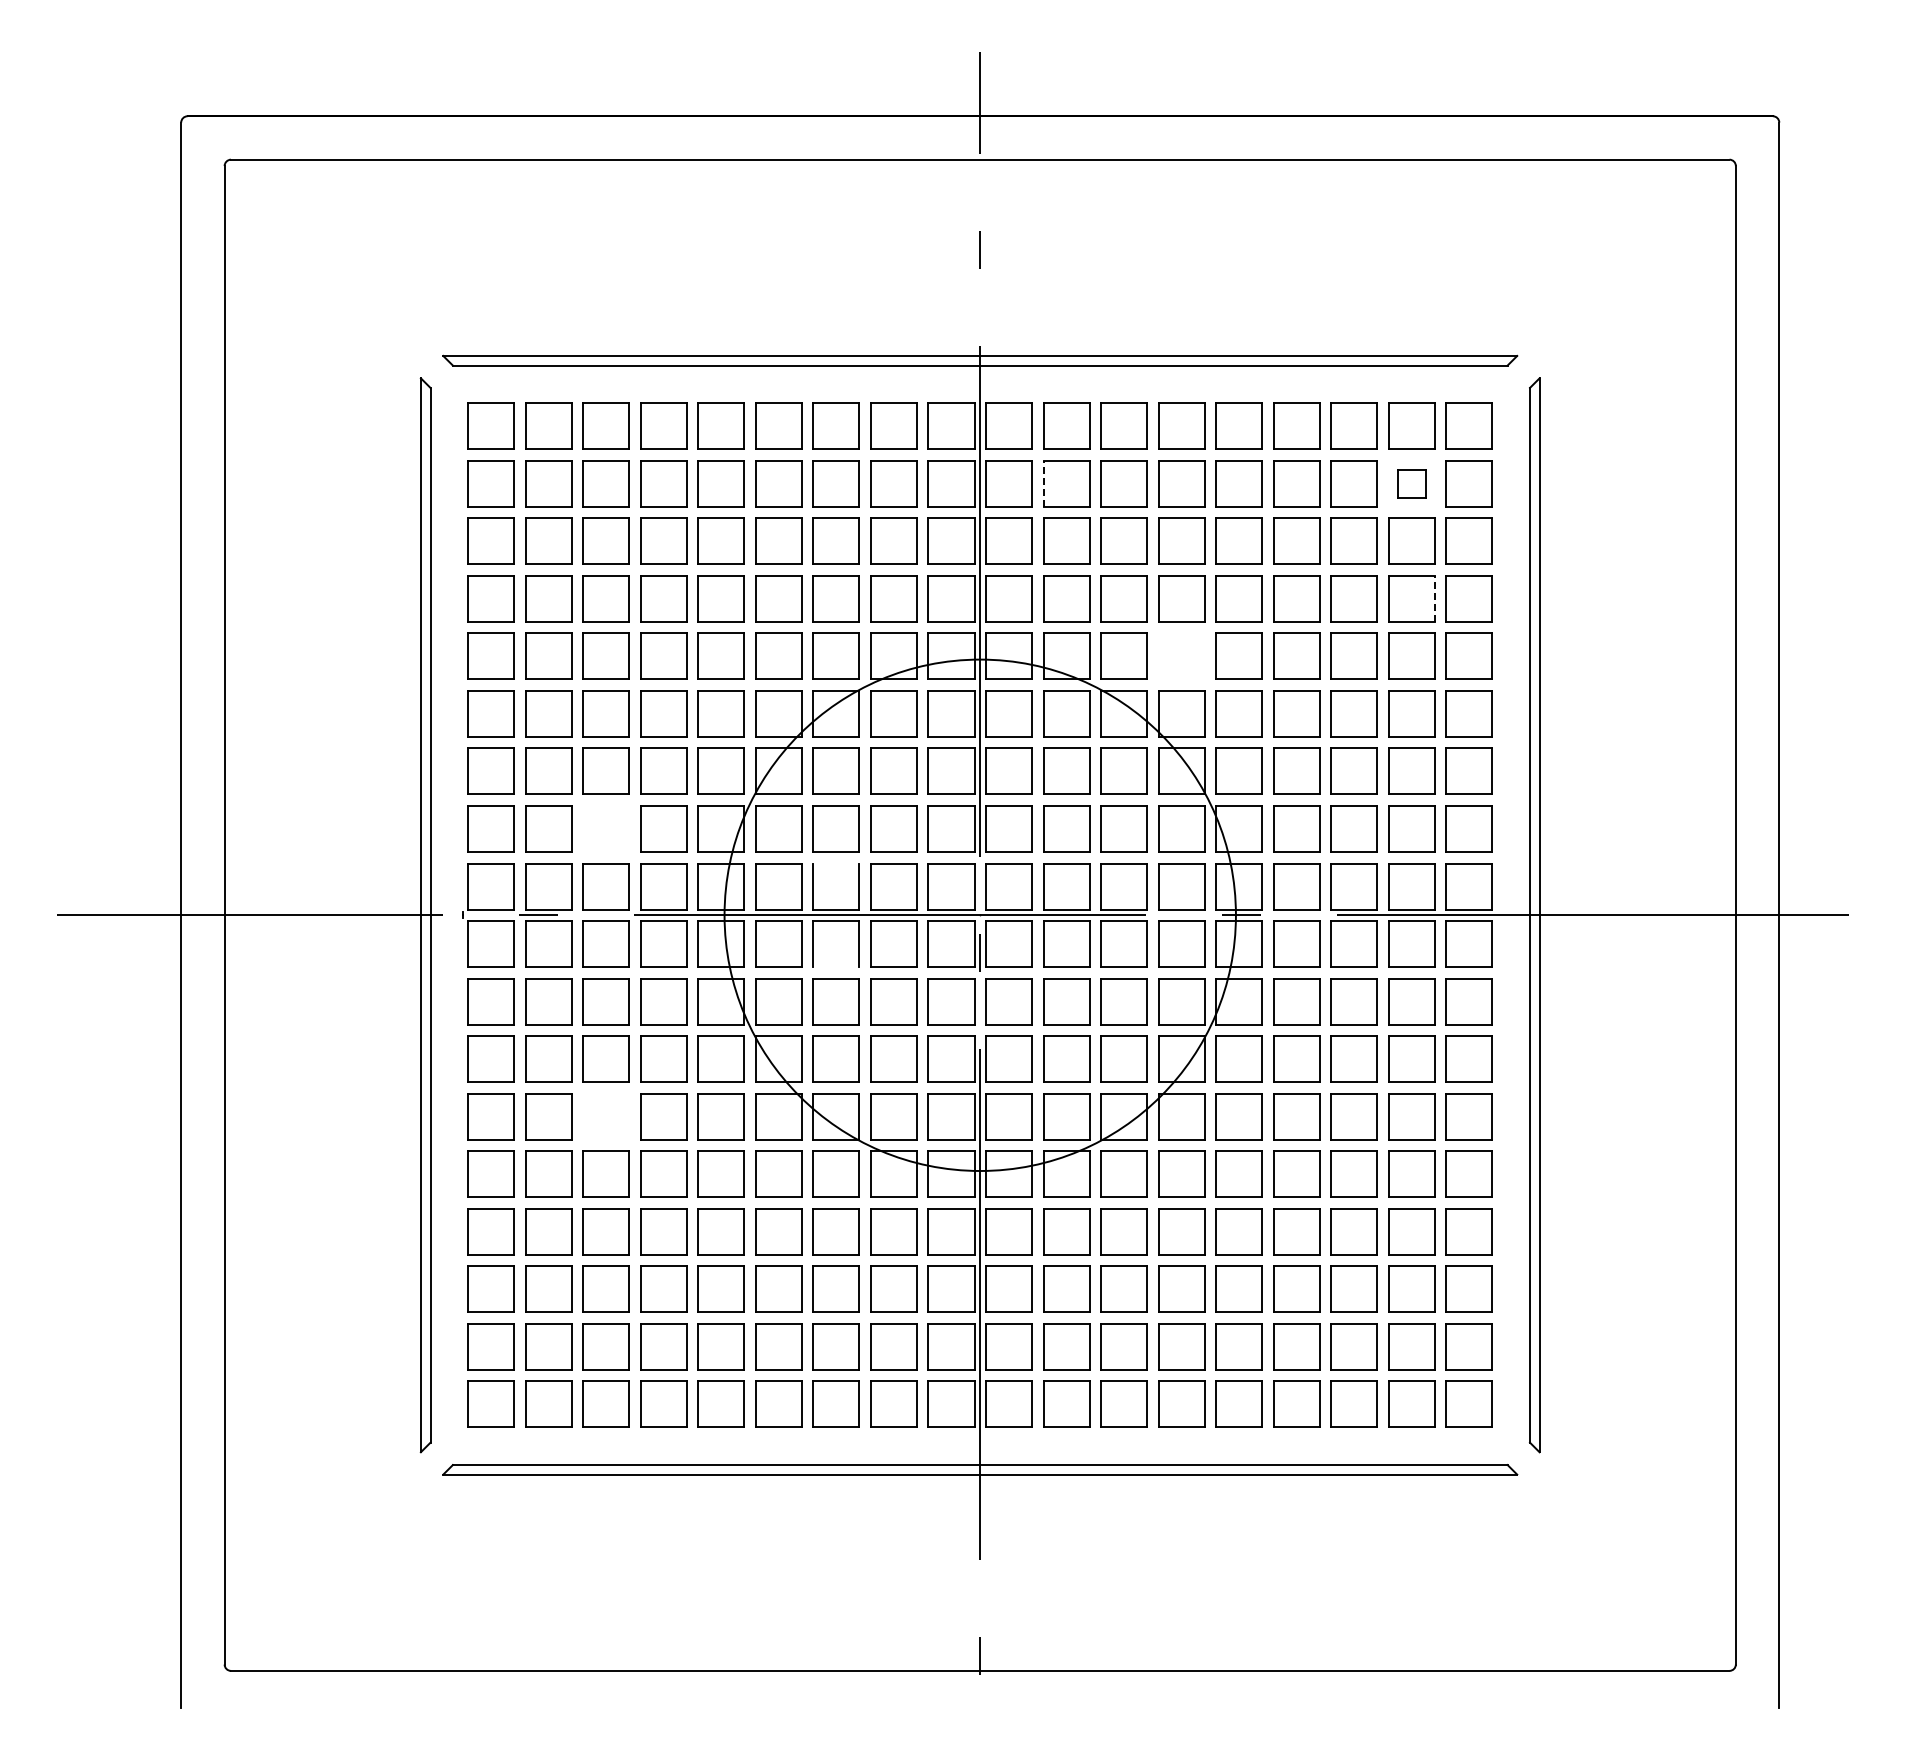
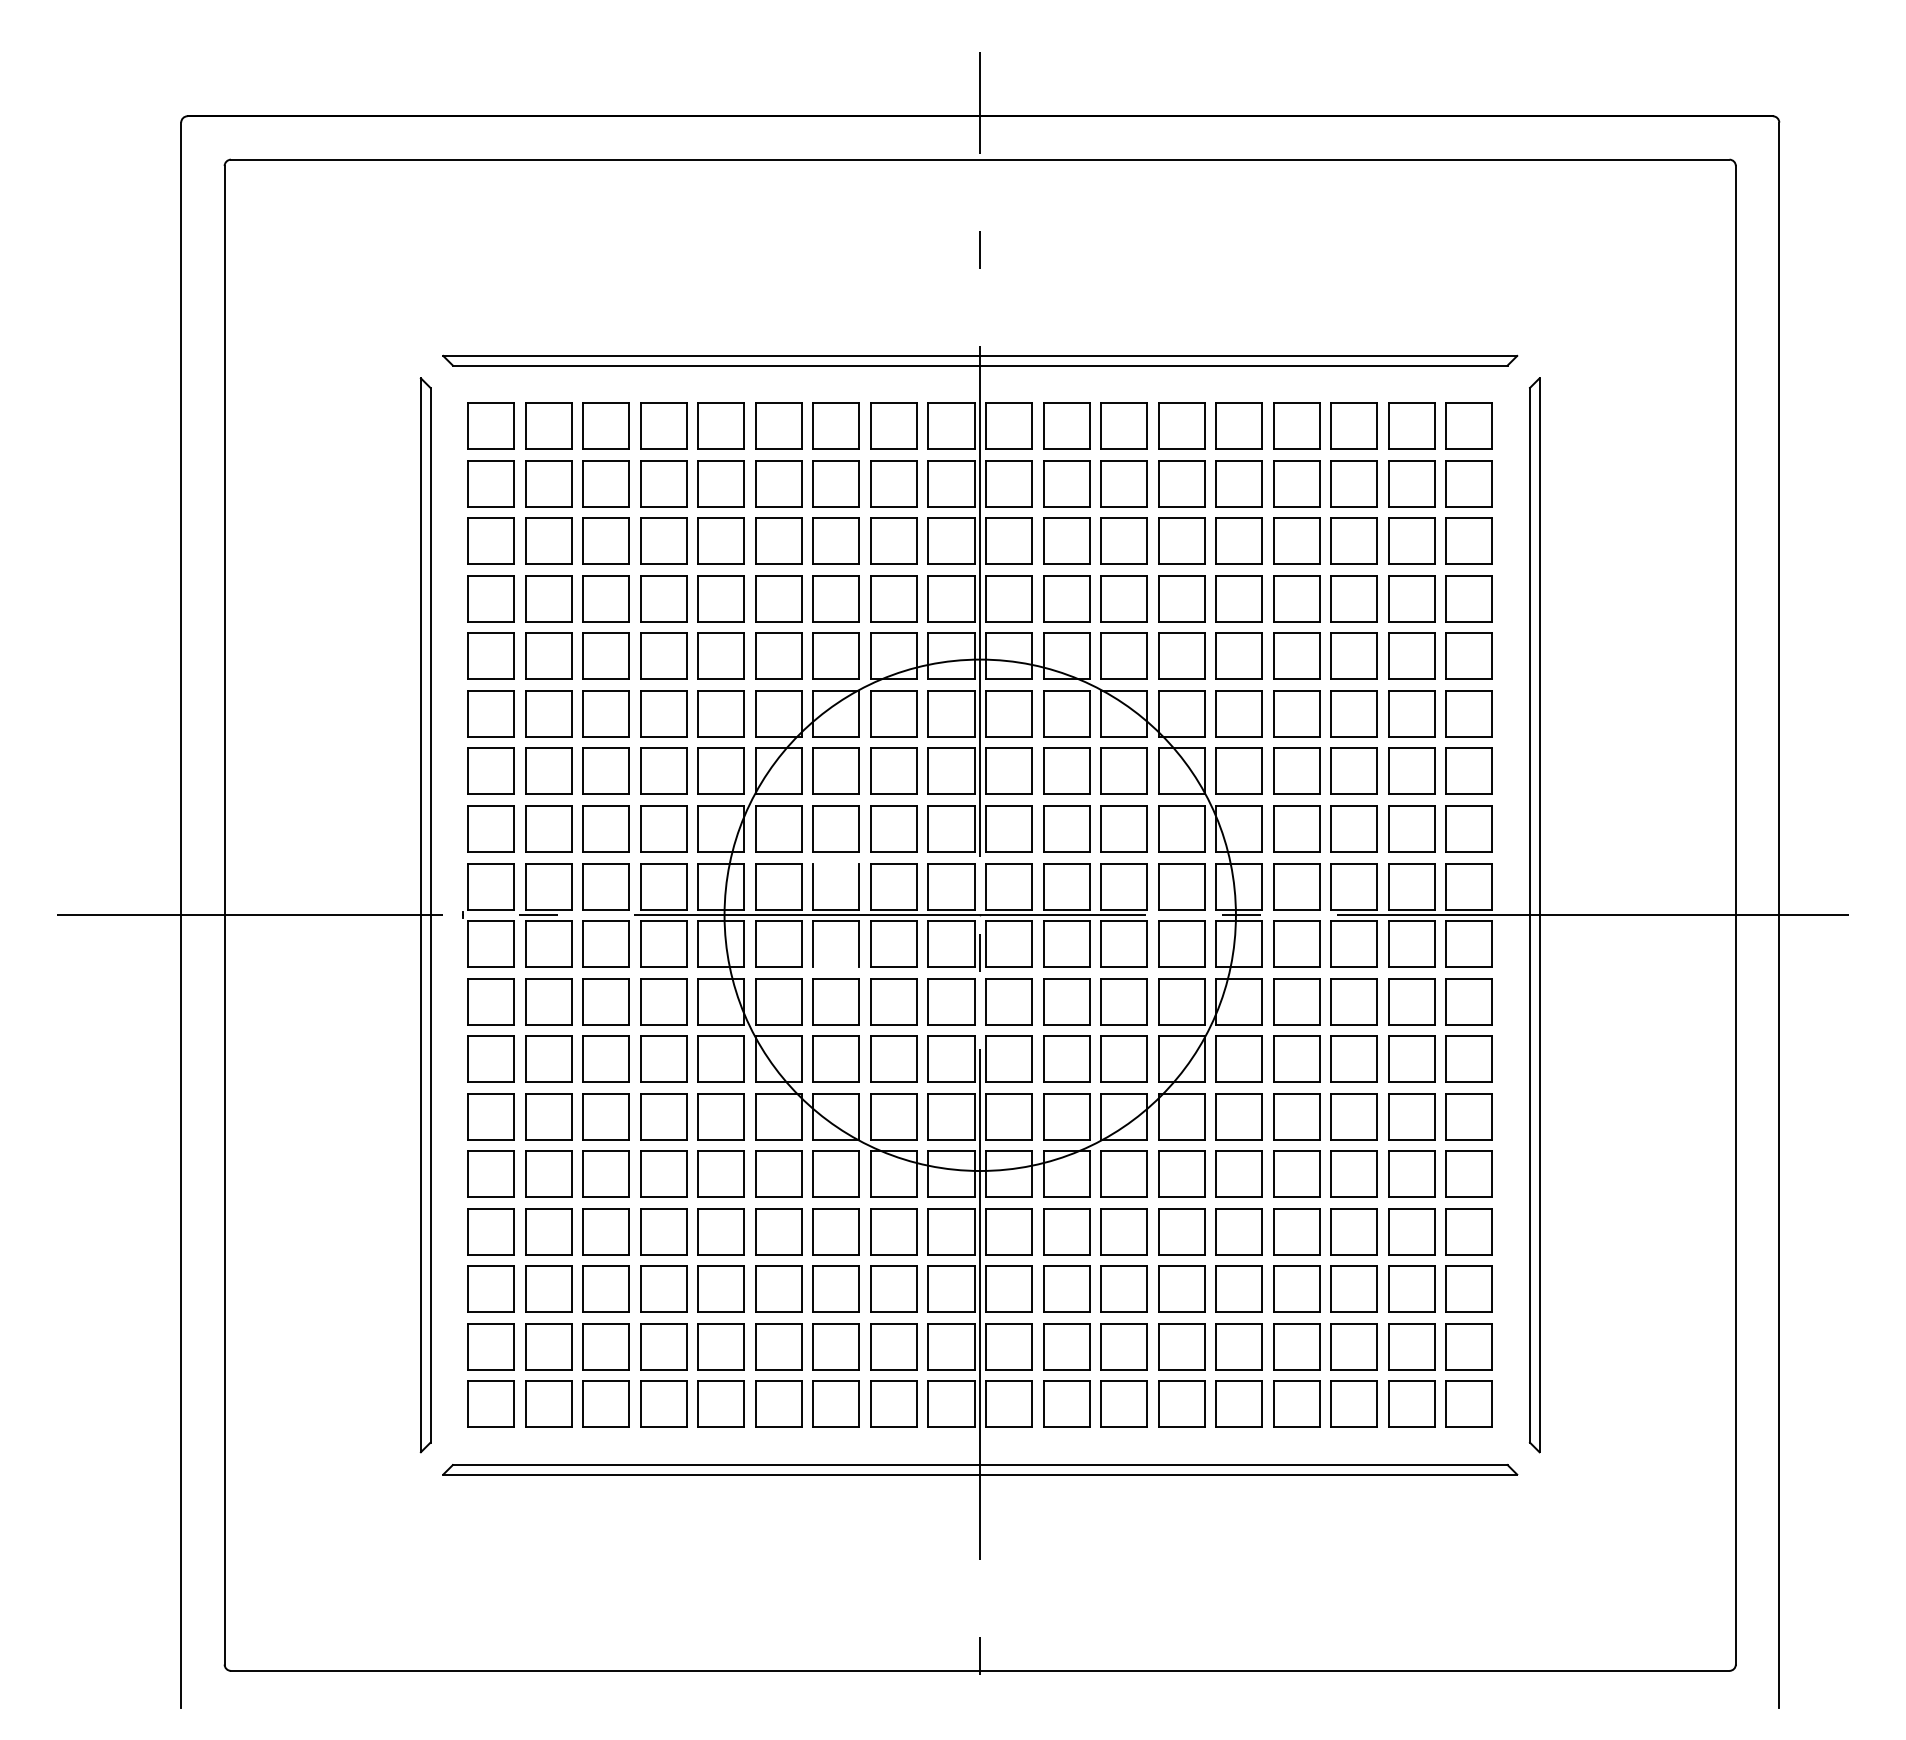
line at (1043, 483): dashed -> solid
part at (1411, 483) size: 30x30 px -> 48x48 px
line at (1434, 598): dashed -> solid
part at (1181, 655): none -> present
part at (605, 828): none -> present
part at (605, 1116): none -> present
